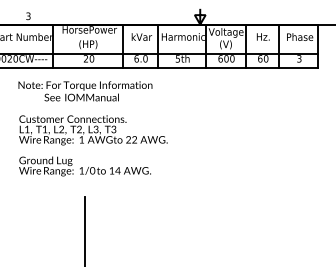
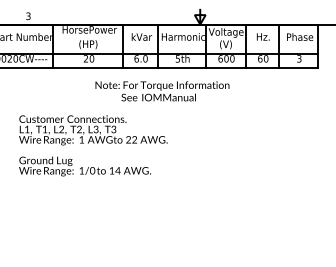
text at (85, 91) position: (85, 91) -> (162, 91)
line at (85, 229): present -> none
